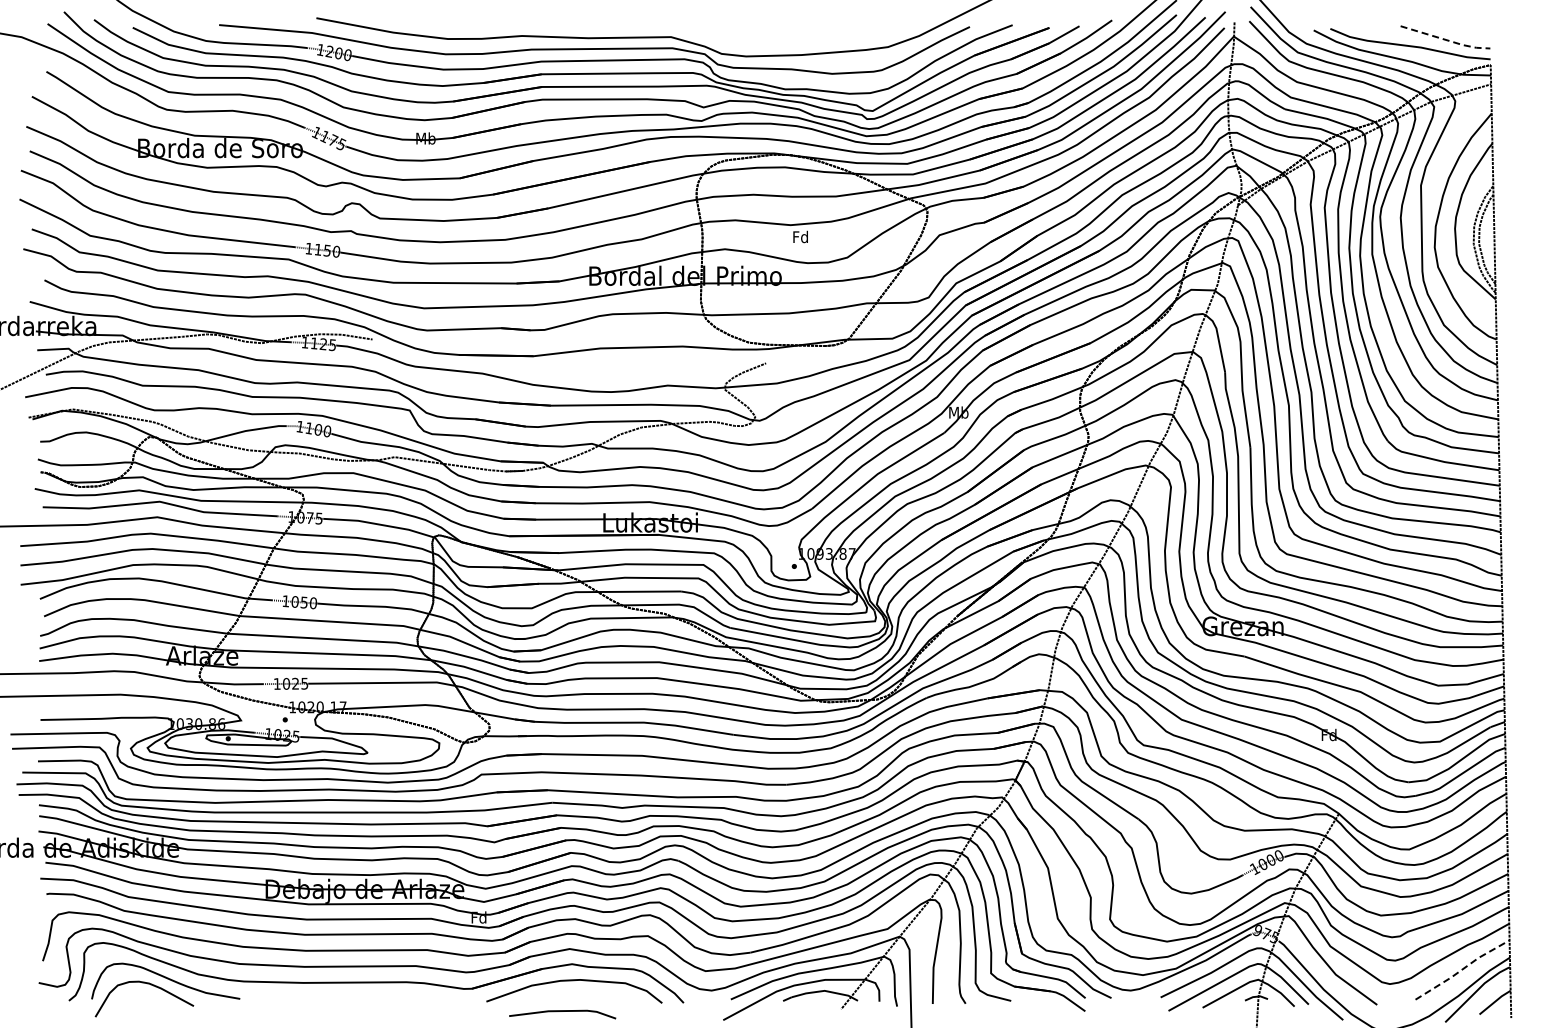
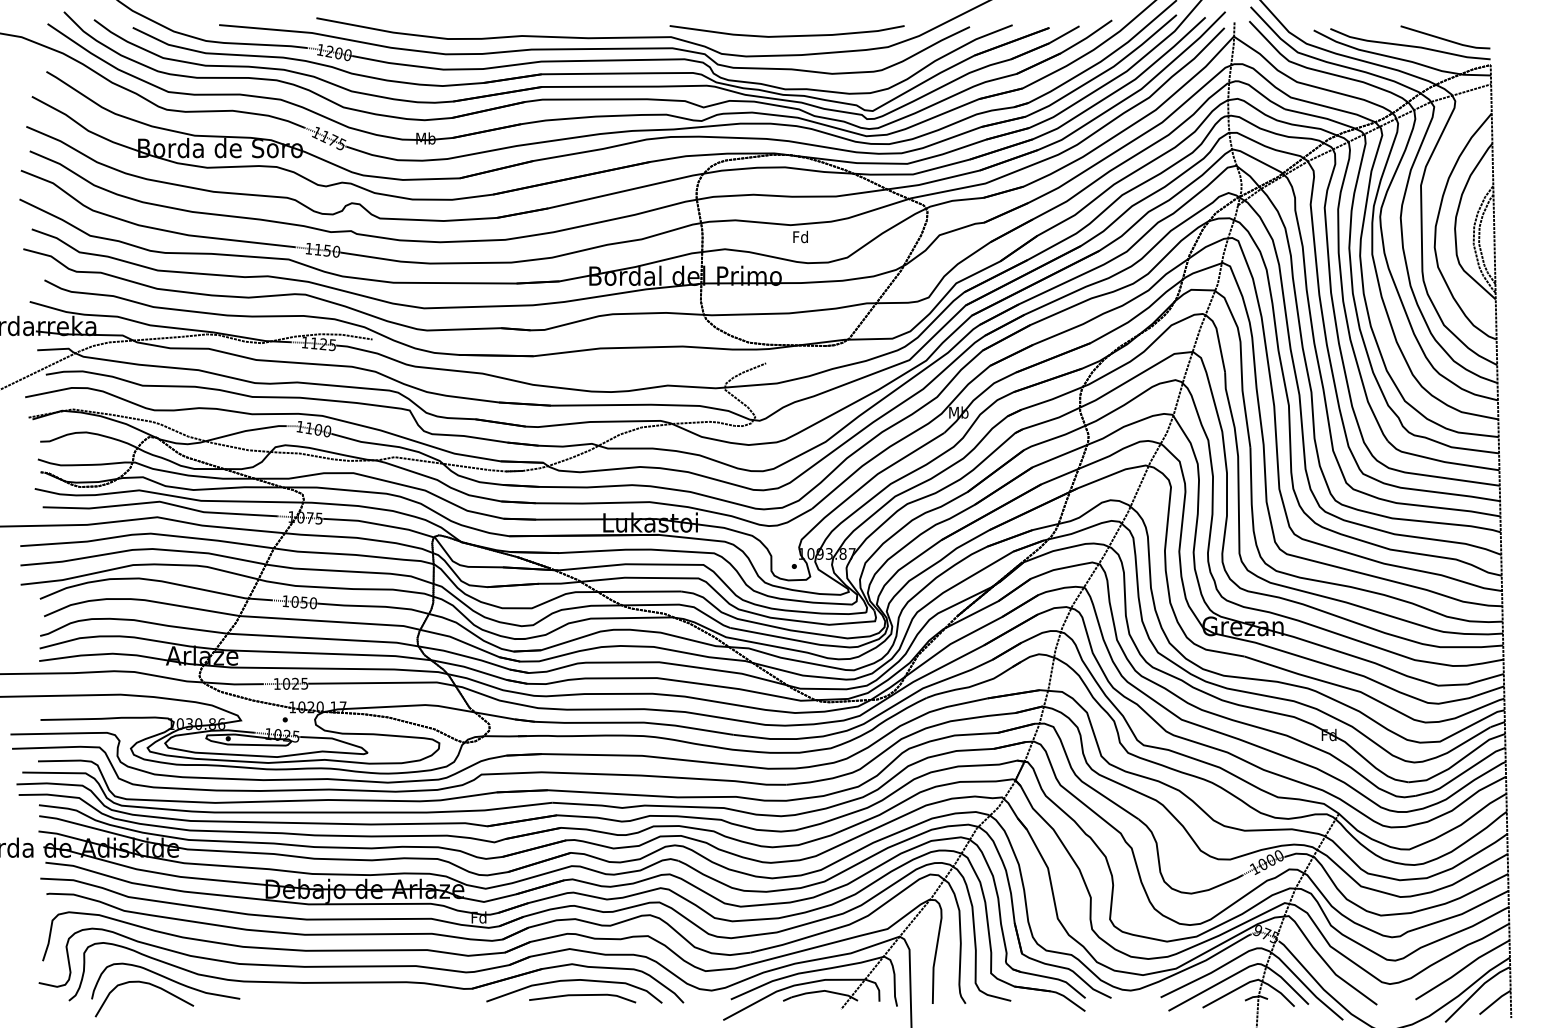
curve at (786, 35): none -> present
line at (1446, 40): dashed -> solid
line at (1462, 969): dashed -> solid
line at (562, 1011) position: (562, 1011) -> (582, 995)
